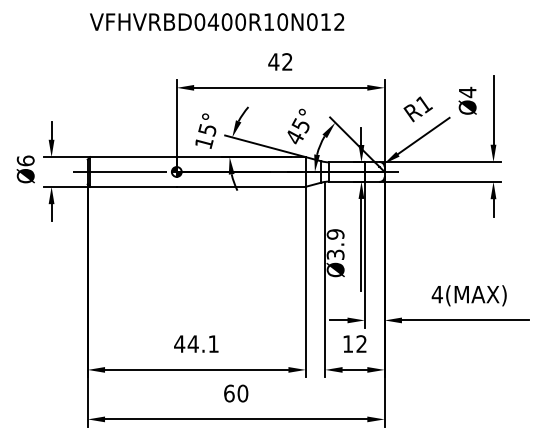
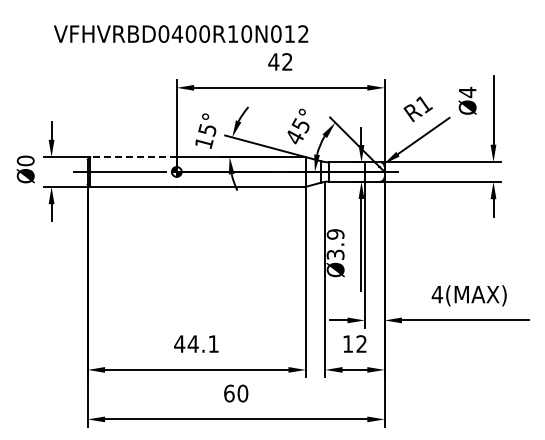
text at (217, 21) position: (217, 21) -> (181, 33)
line at (133, 157): solid -> dashed
text at (25, 160): Ø6 -> Ø0
